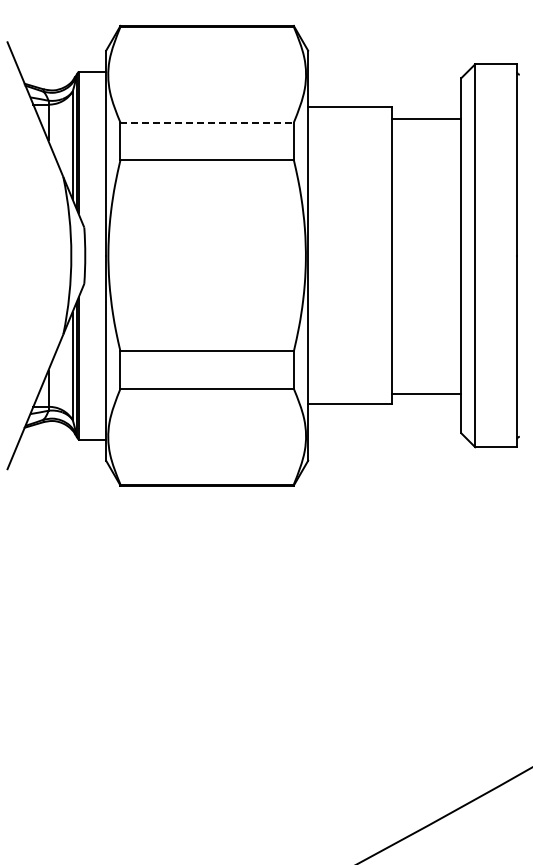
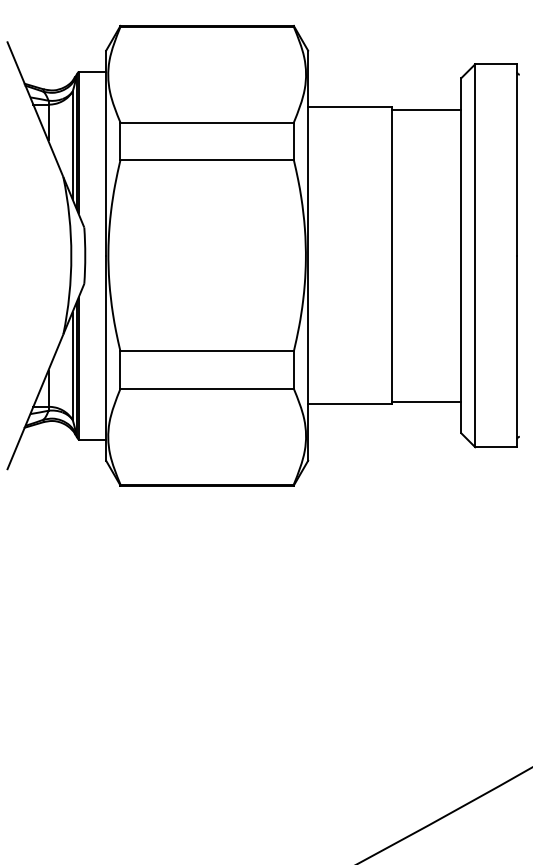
line at (426, 118) position: (426, 118) -> (426, 109)
line at (207, 122): dashed -> solid
line at (426, 393) position: (426, 393) -> (426, 401)
